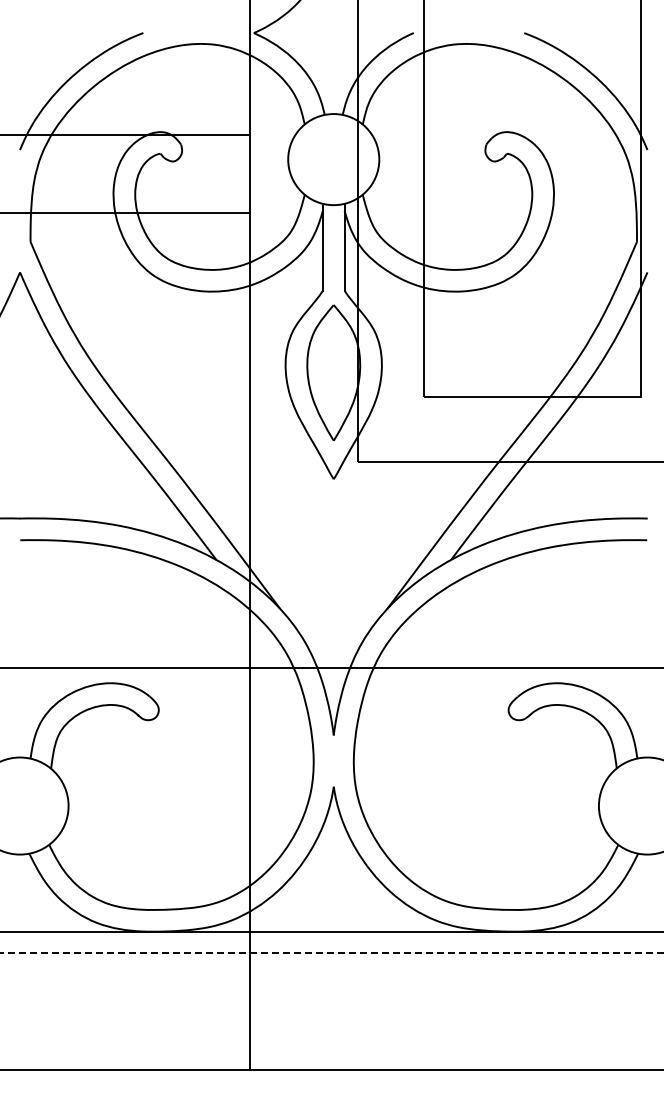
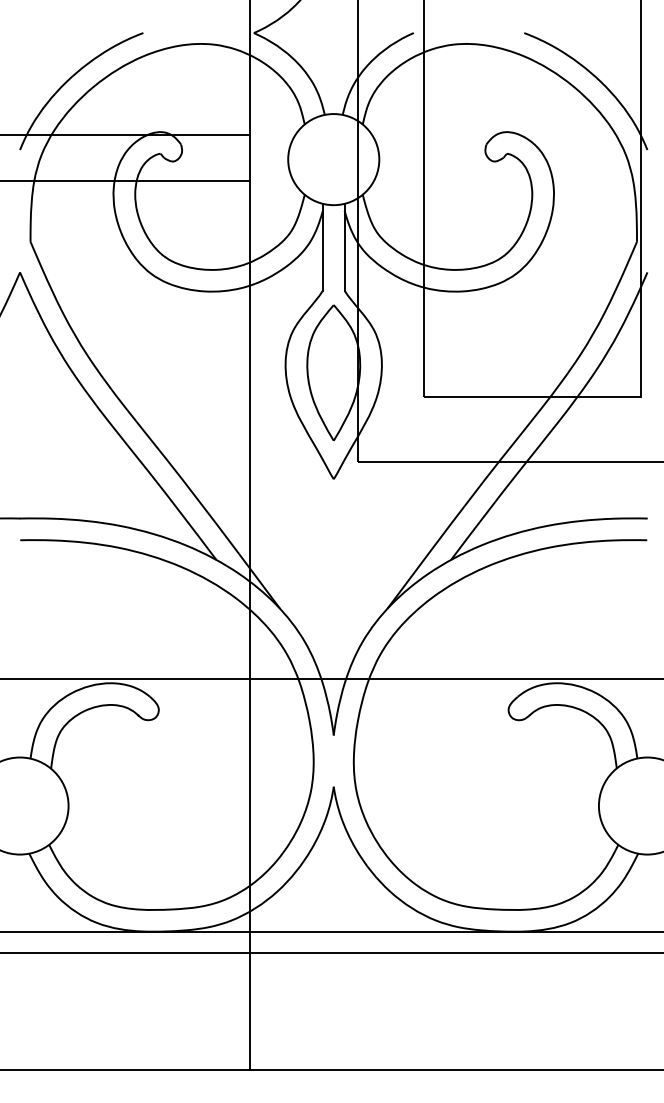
line at (125, 213) position: (125, 213) -> (125, 181)
line at (331, 668) position: (331, 668) -> (331, 679)
line at (332, 953): dashed -> solid
